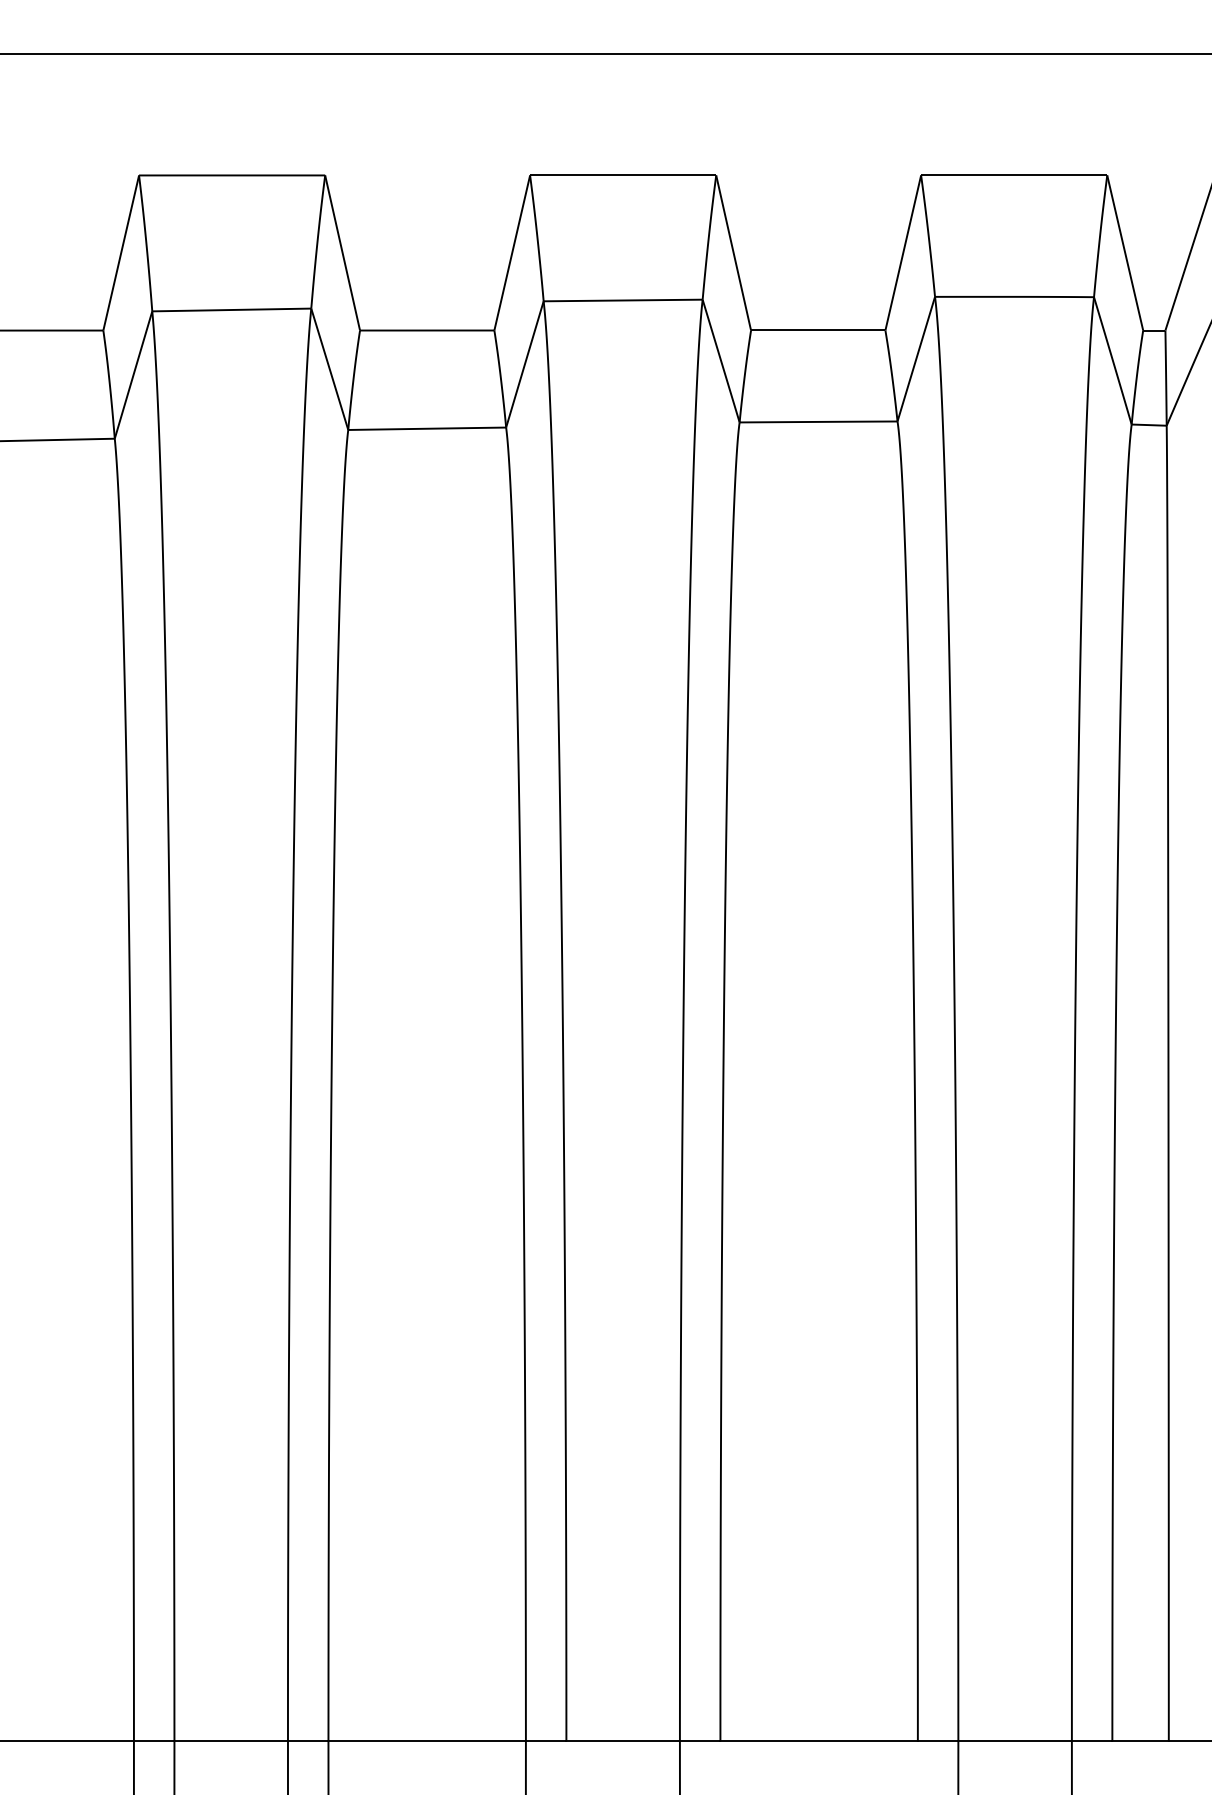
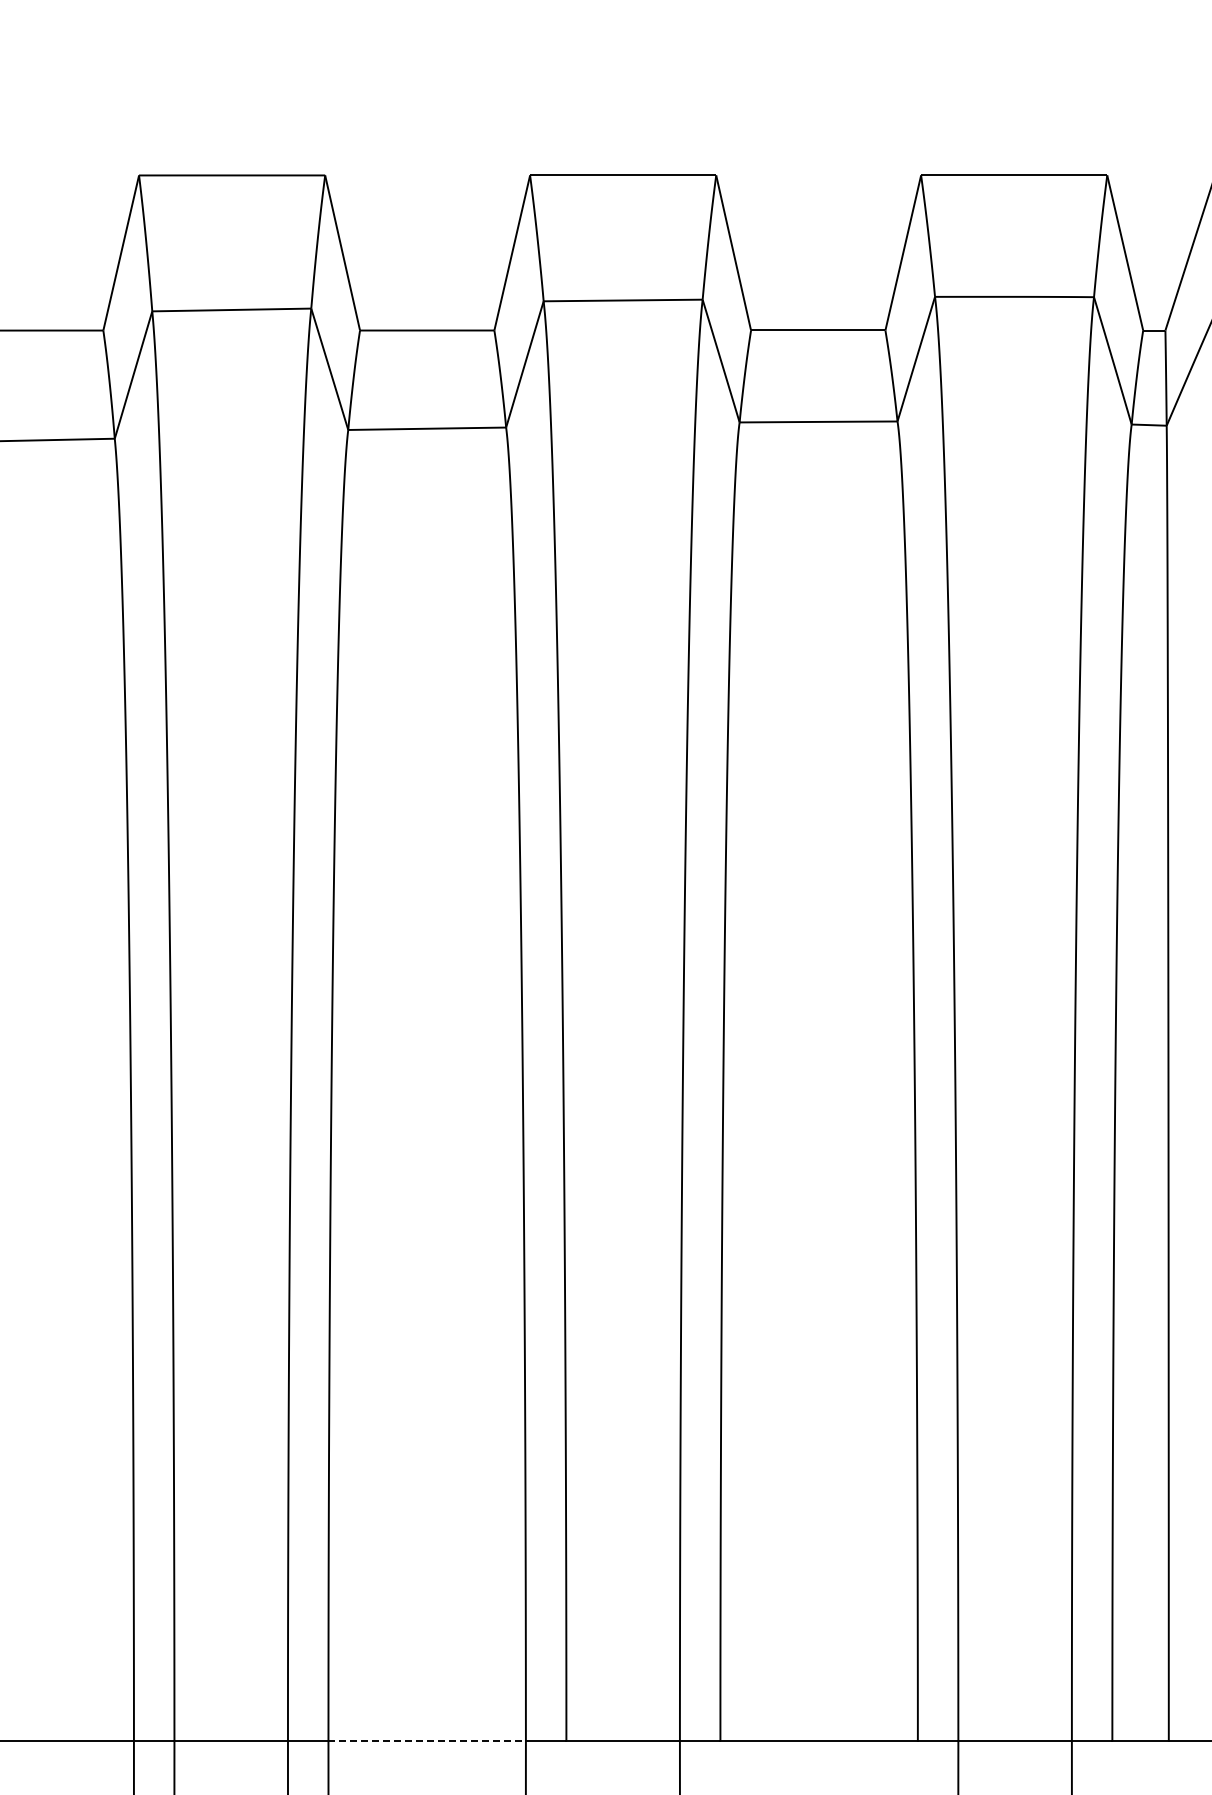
line at (605, 53): present -> none
line at (427, 1741): solid -> dashed
